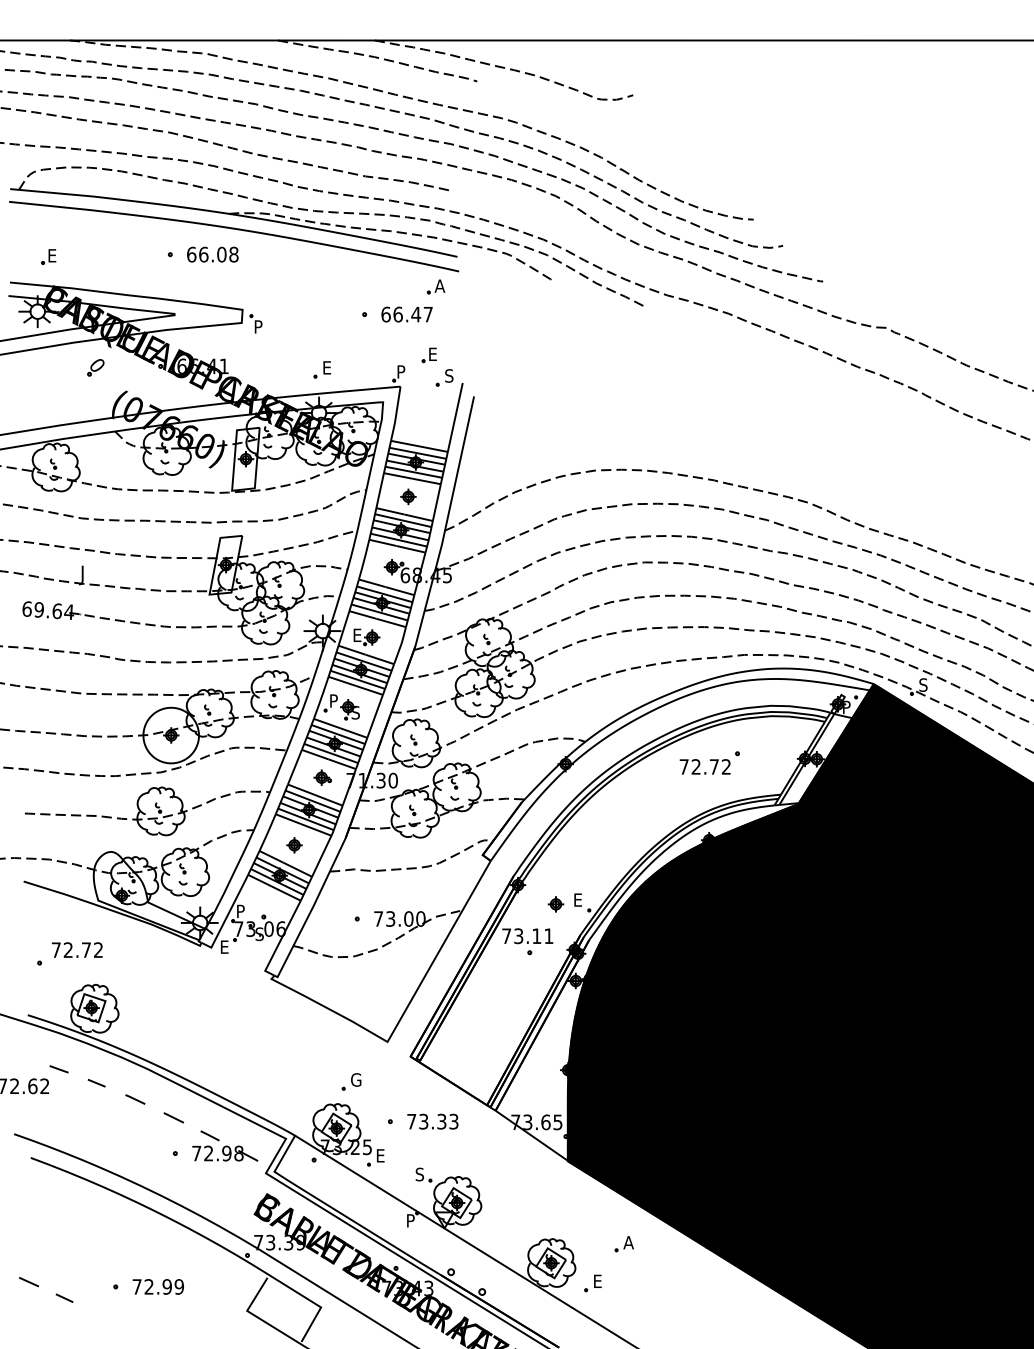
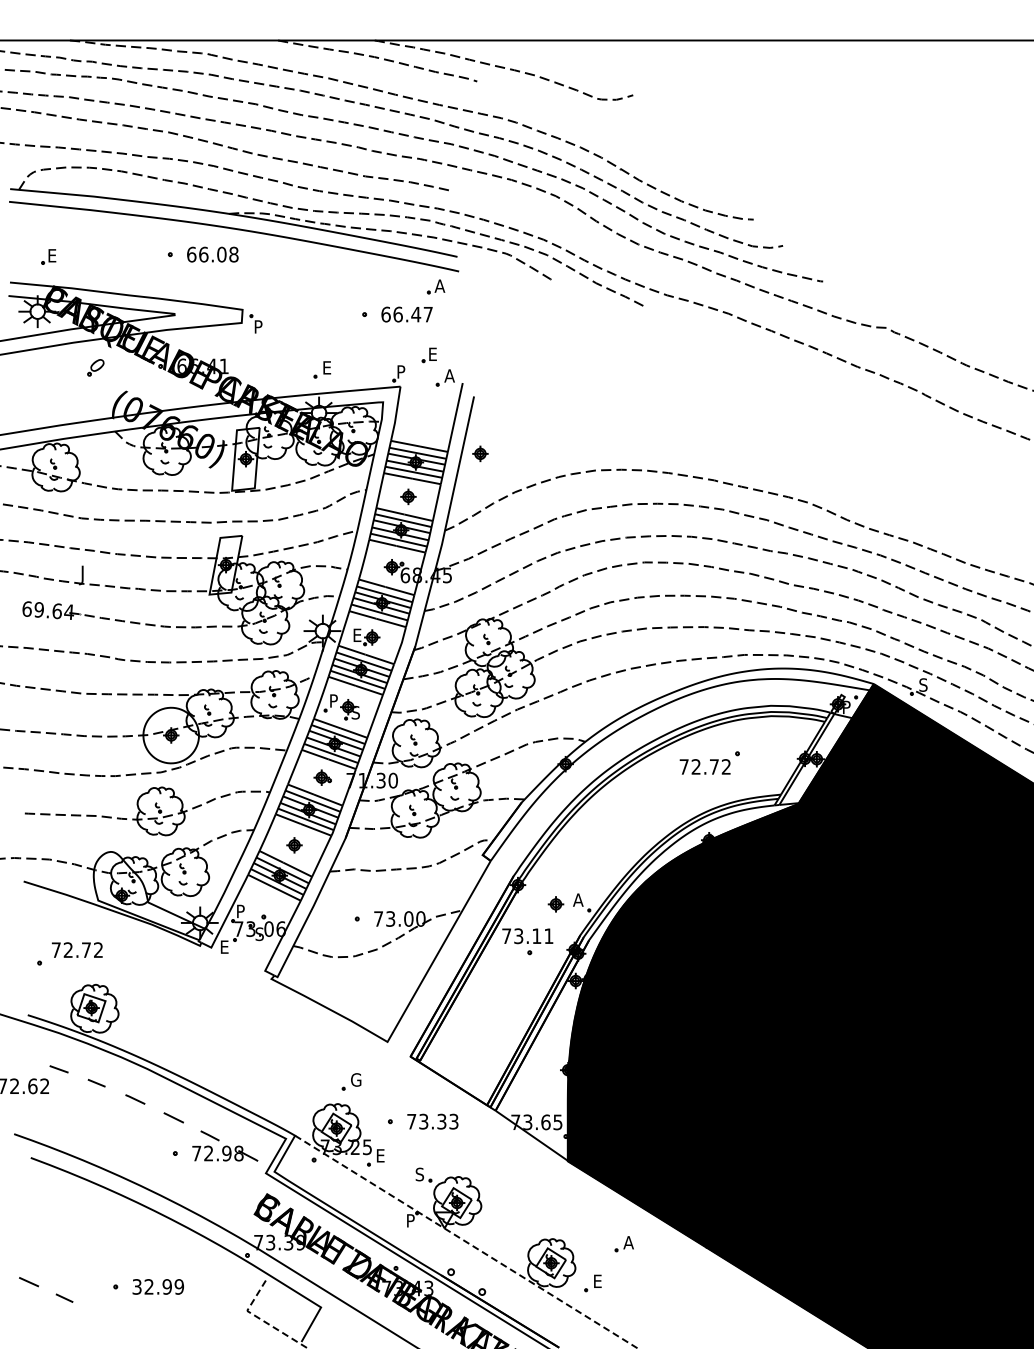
text at (449, 375): S -> A
part at (480, 453): none -> present
text at (578, 899): E -> A
line at (466, 1242): solid -> dashed
text at (136, 1286): 72.99 -> 32.99
line at (260, 1319): solid -> dashed
